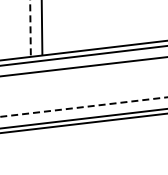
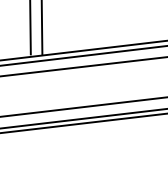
line at (30, 27): dashed -> solid
line at (83, 107): dashed -> solid
